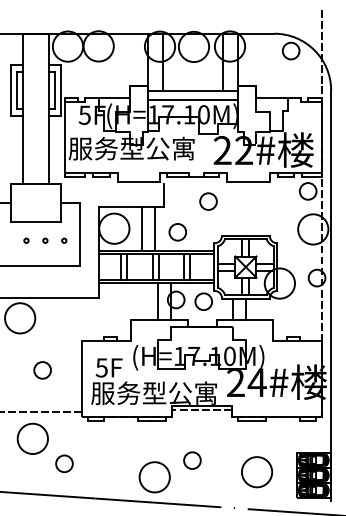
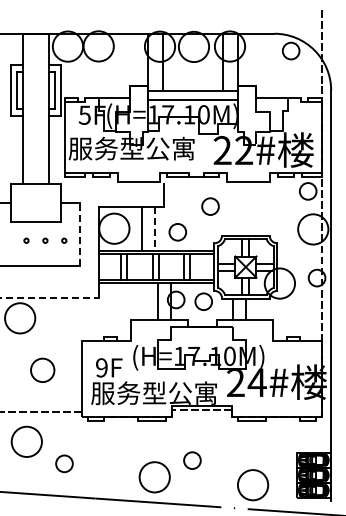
circle at (208, 201) position: (208, 201) -> (210, 206)
line at (154, 228): solid -> dashed
line at (80, 234): solid -> dashed
line at (50, 297): solid -> dashed
text at (101, 367): 5F -> 9F
circle at (42, 370) size: 19x19 px -> 26x26 px
circle at (32, 438) position: (32, 438) -> (26, 441)
circle at (257, 472) position: (257, 472) -> (253, 485)
